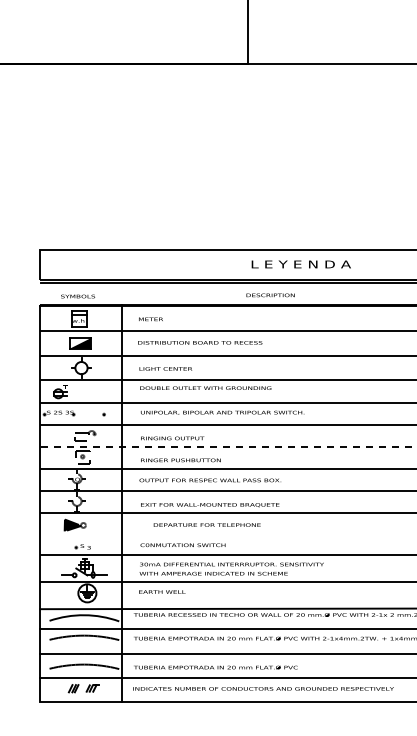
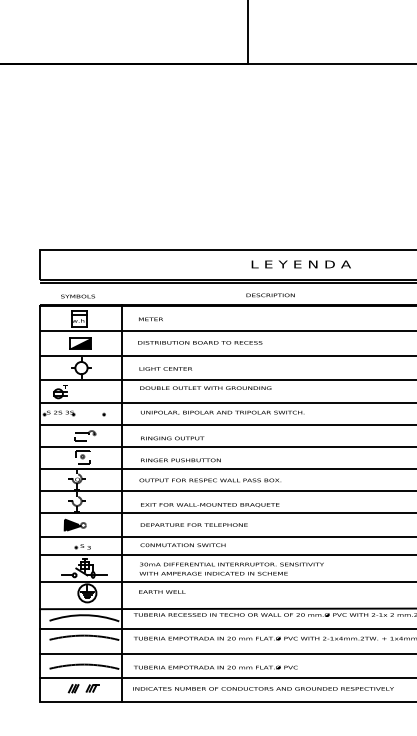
line at (228, 447): dashed -> solid
text at (206, 524) position: (206, 524) -> (193, 524)
line at (226, 536): none -> present
